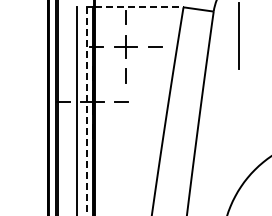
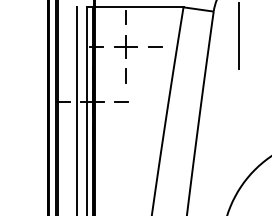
line at (139, 7): dashed -> solid
line at (87, 111): dashed -> solid
